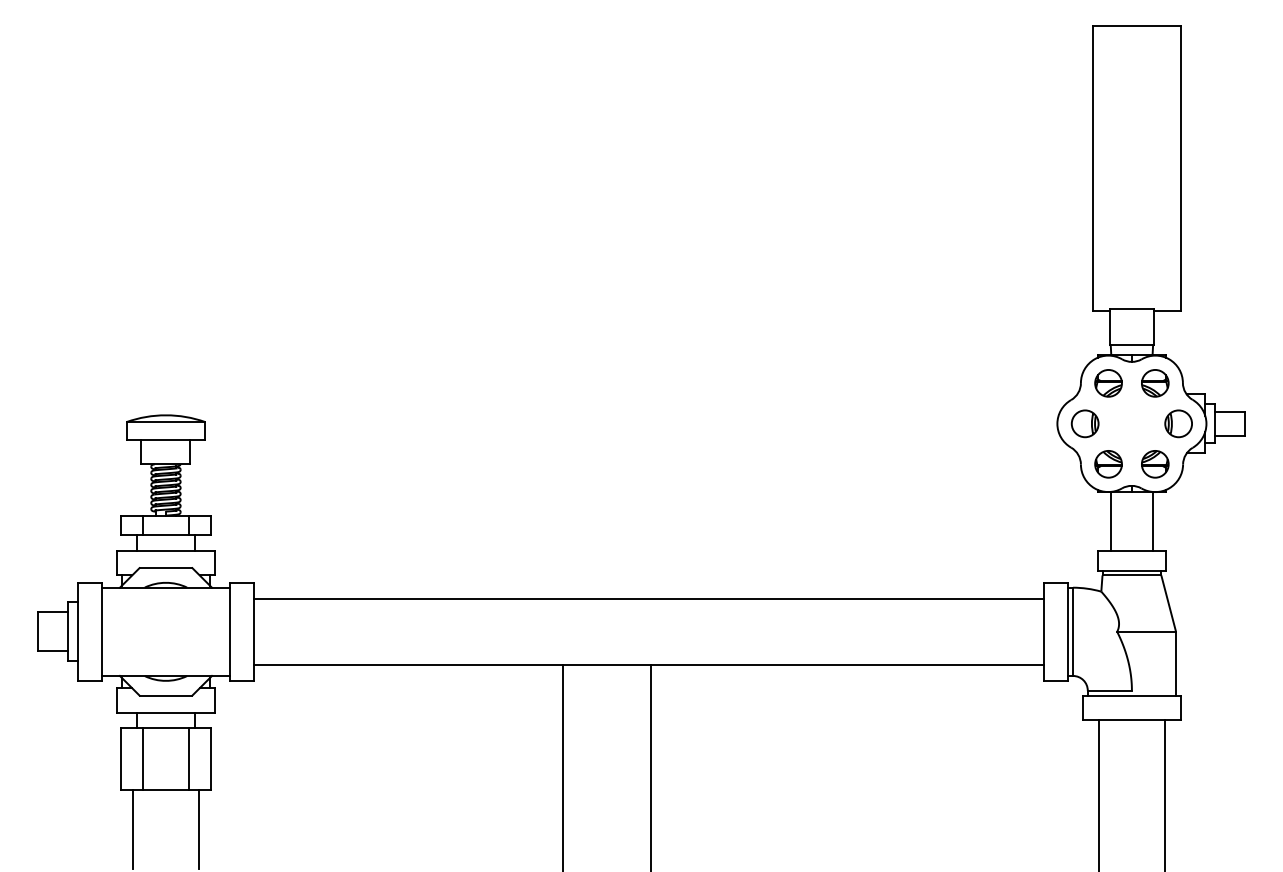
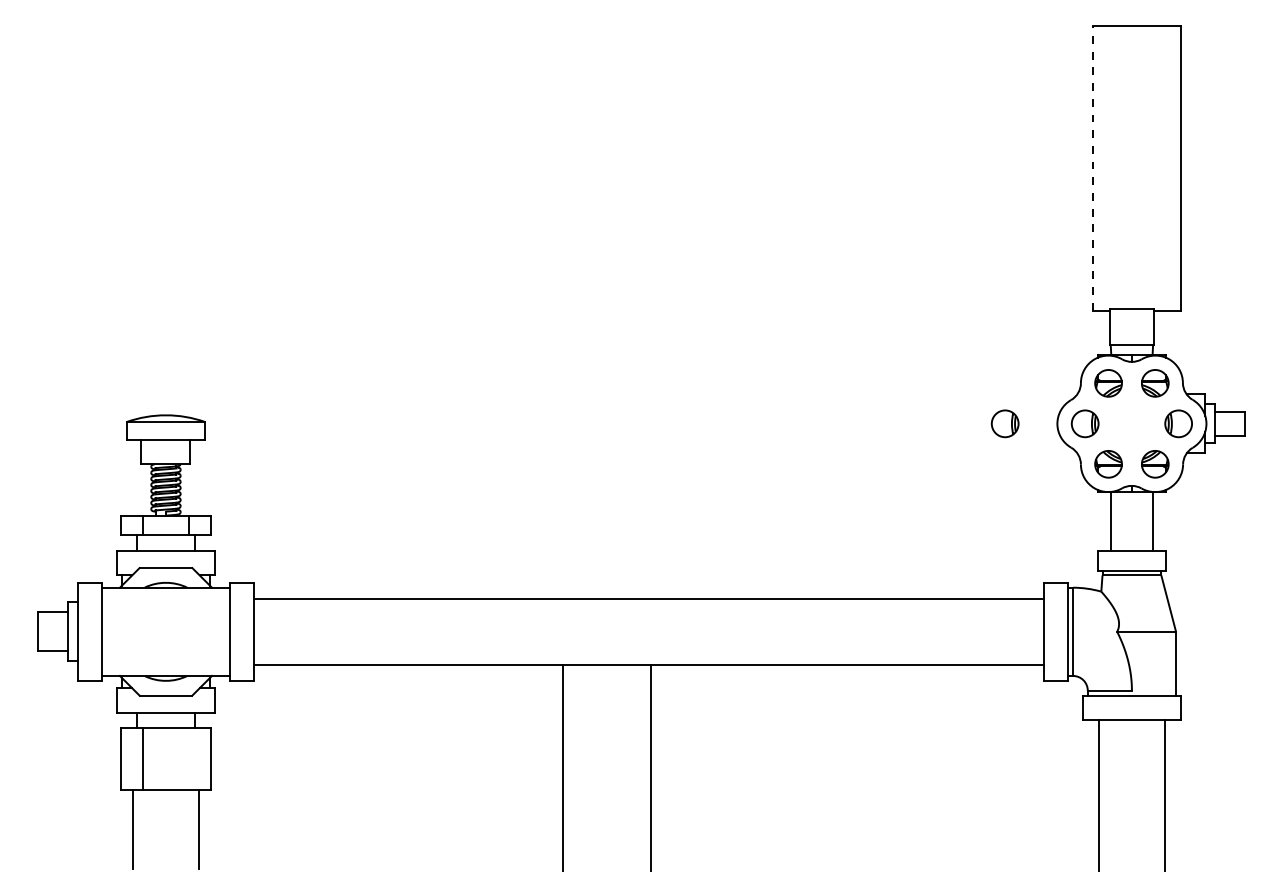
line at (1092, 167): solid -> dashed
part at (1004, 423): none -> present
line at (188, 759): present -> none
